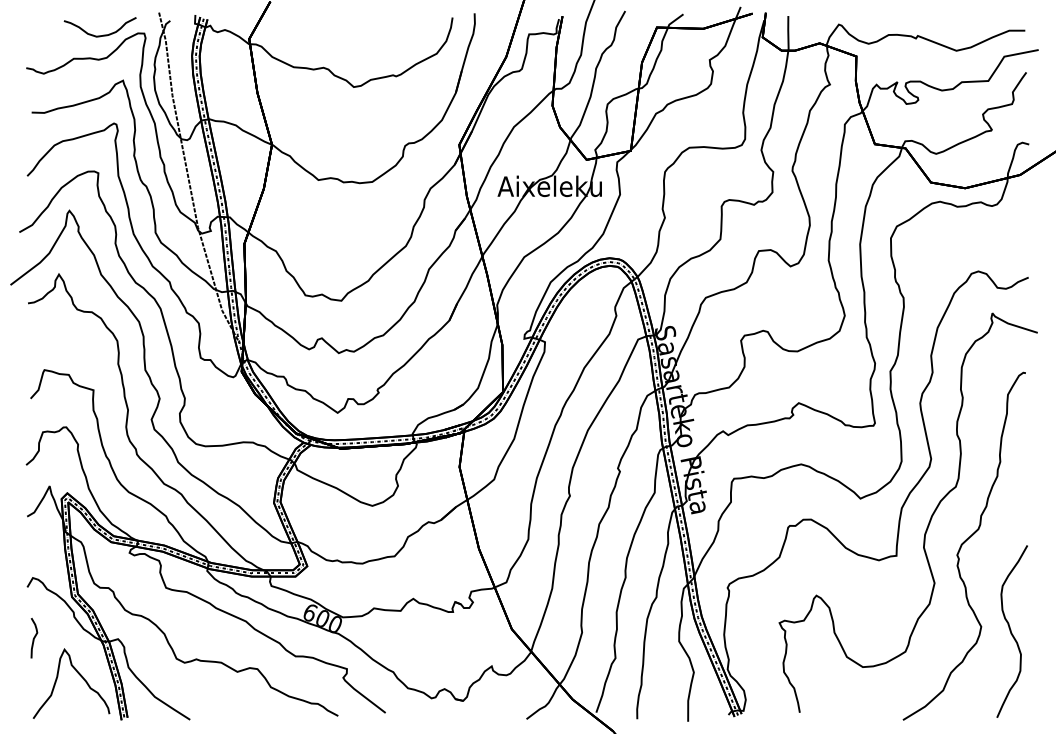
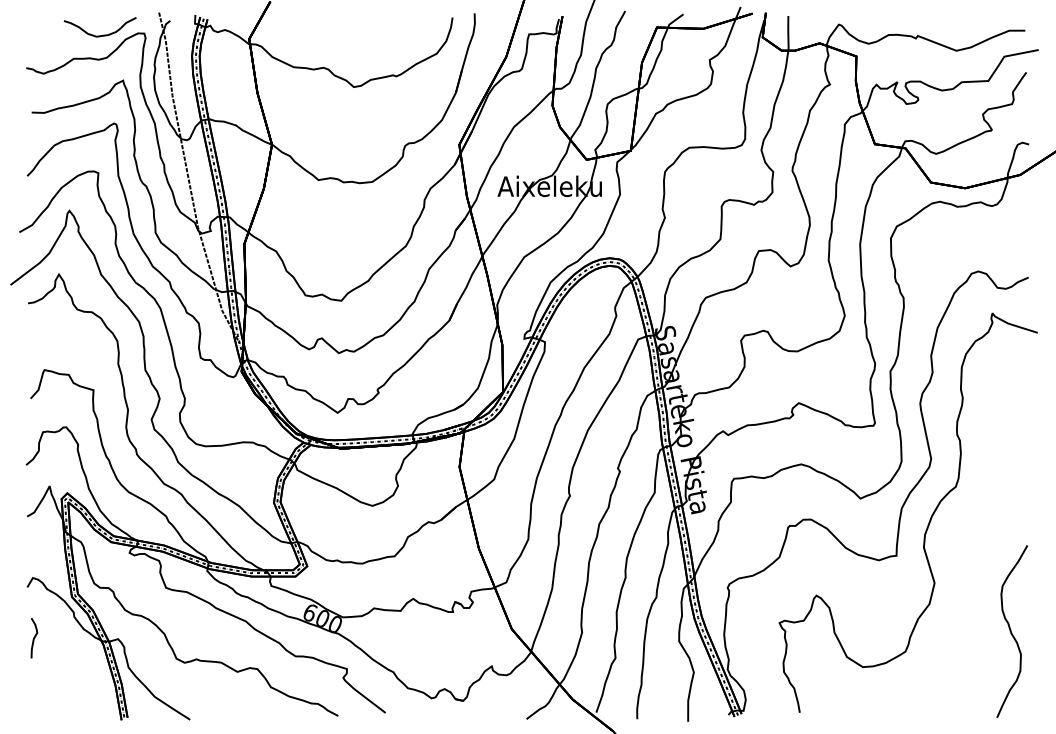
curve at (963, 544): present -> none
curve at (79, 675): present -> none
